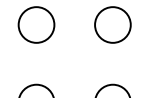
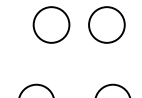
circle at (36, 24) position: (36, 24) -> (51, 24)
circle at (112, 24) position: (112, 24) -> (106, 24)
